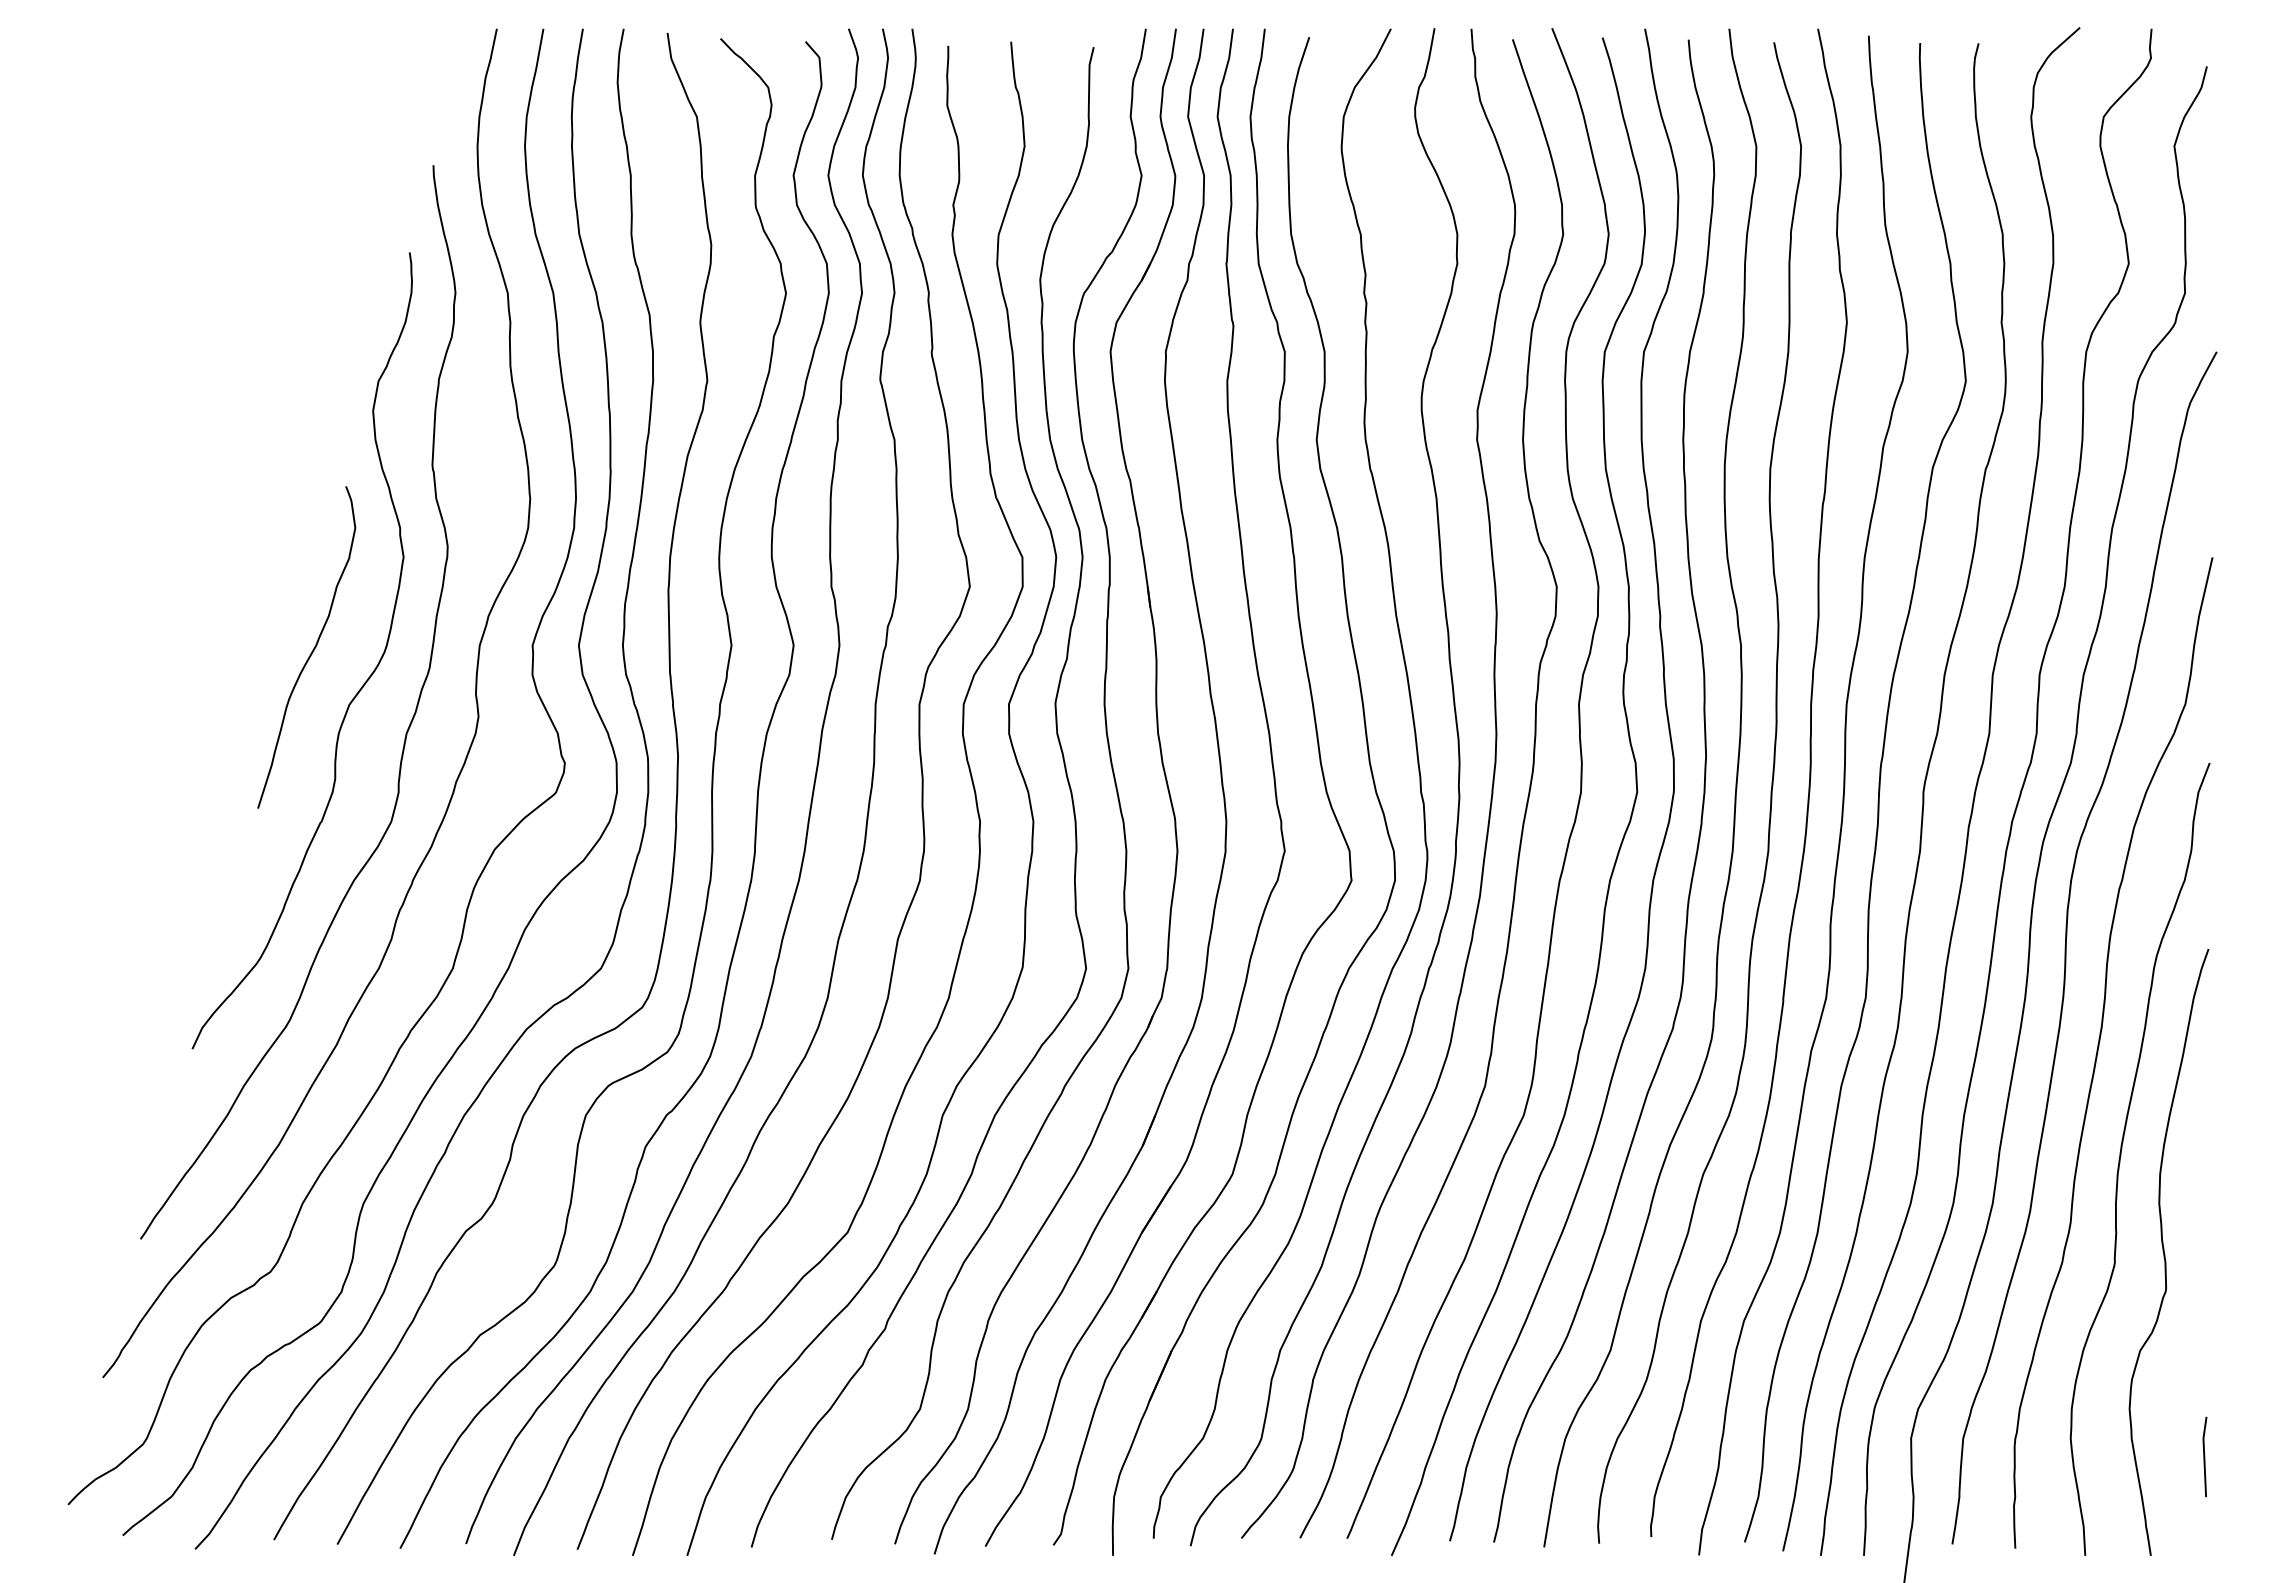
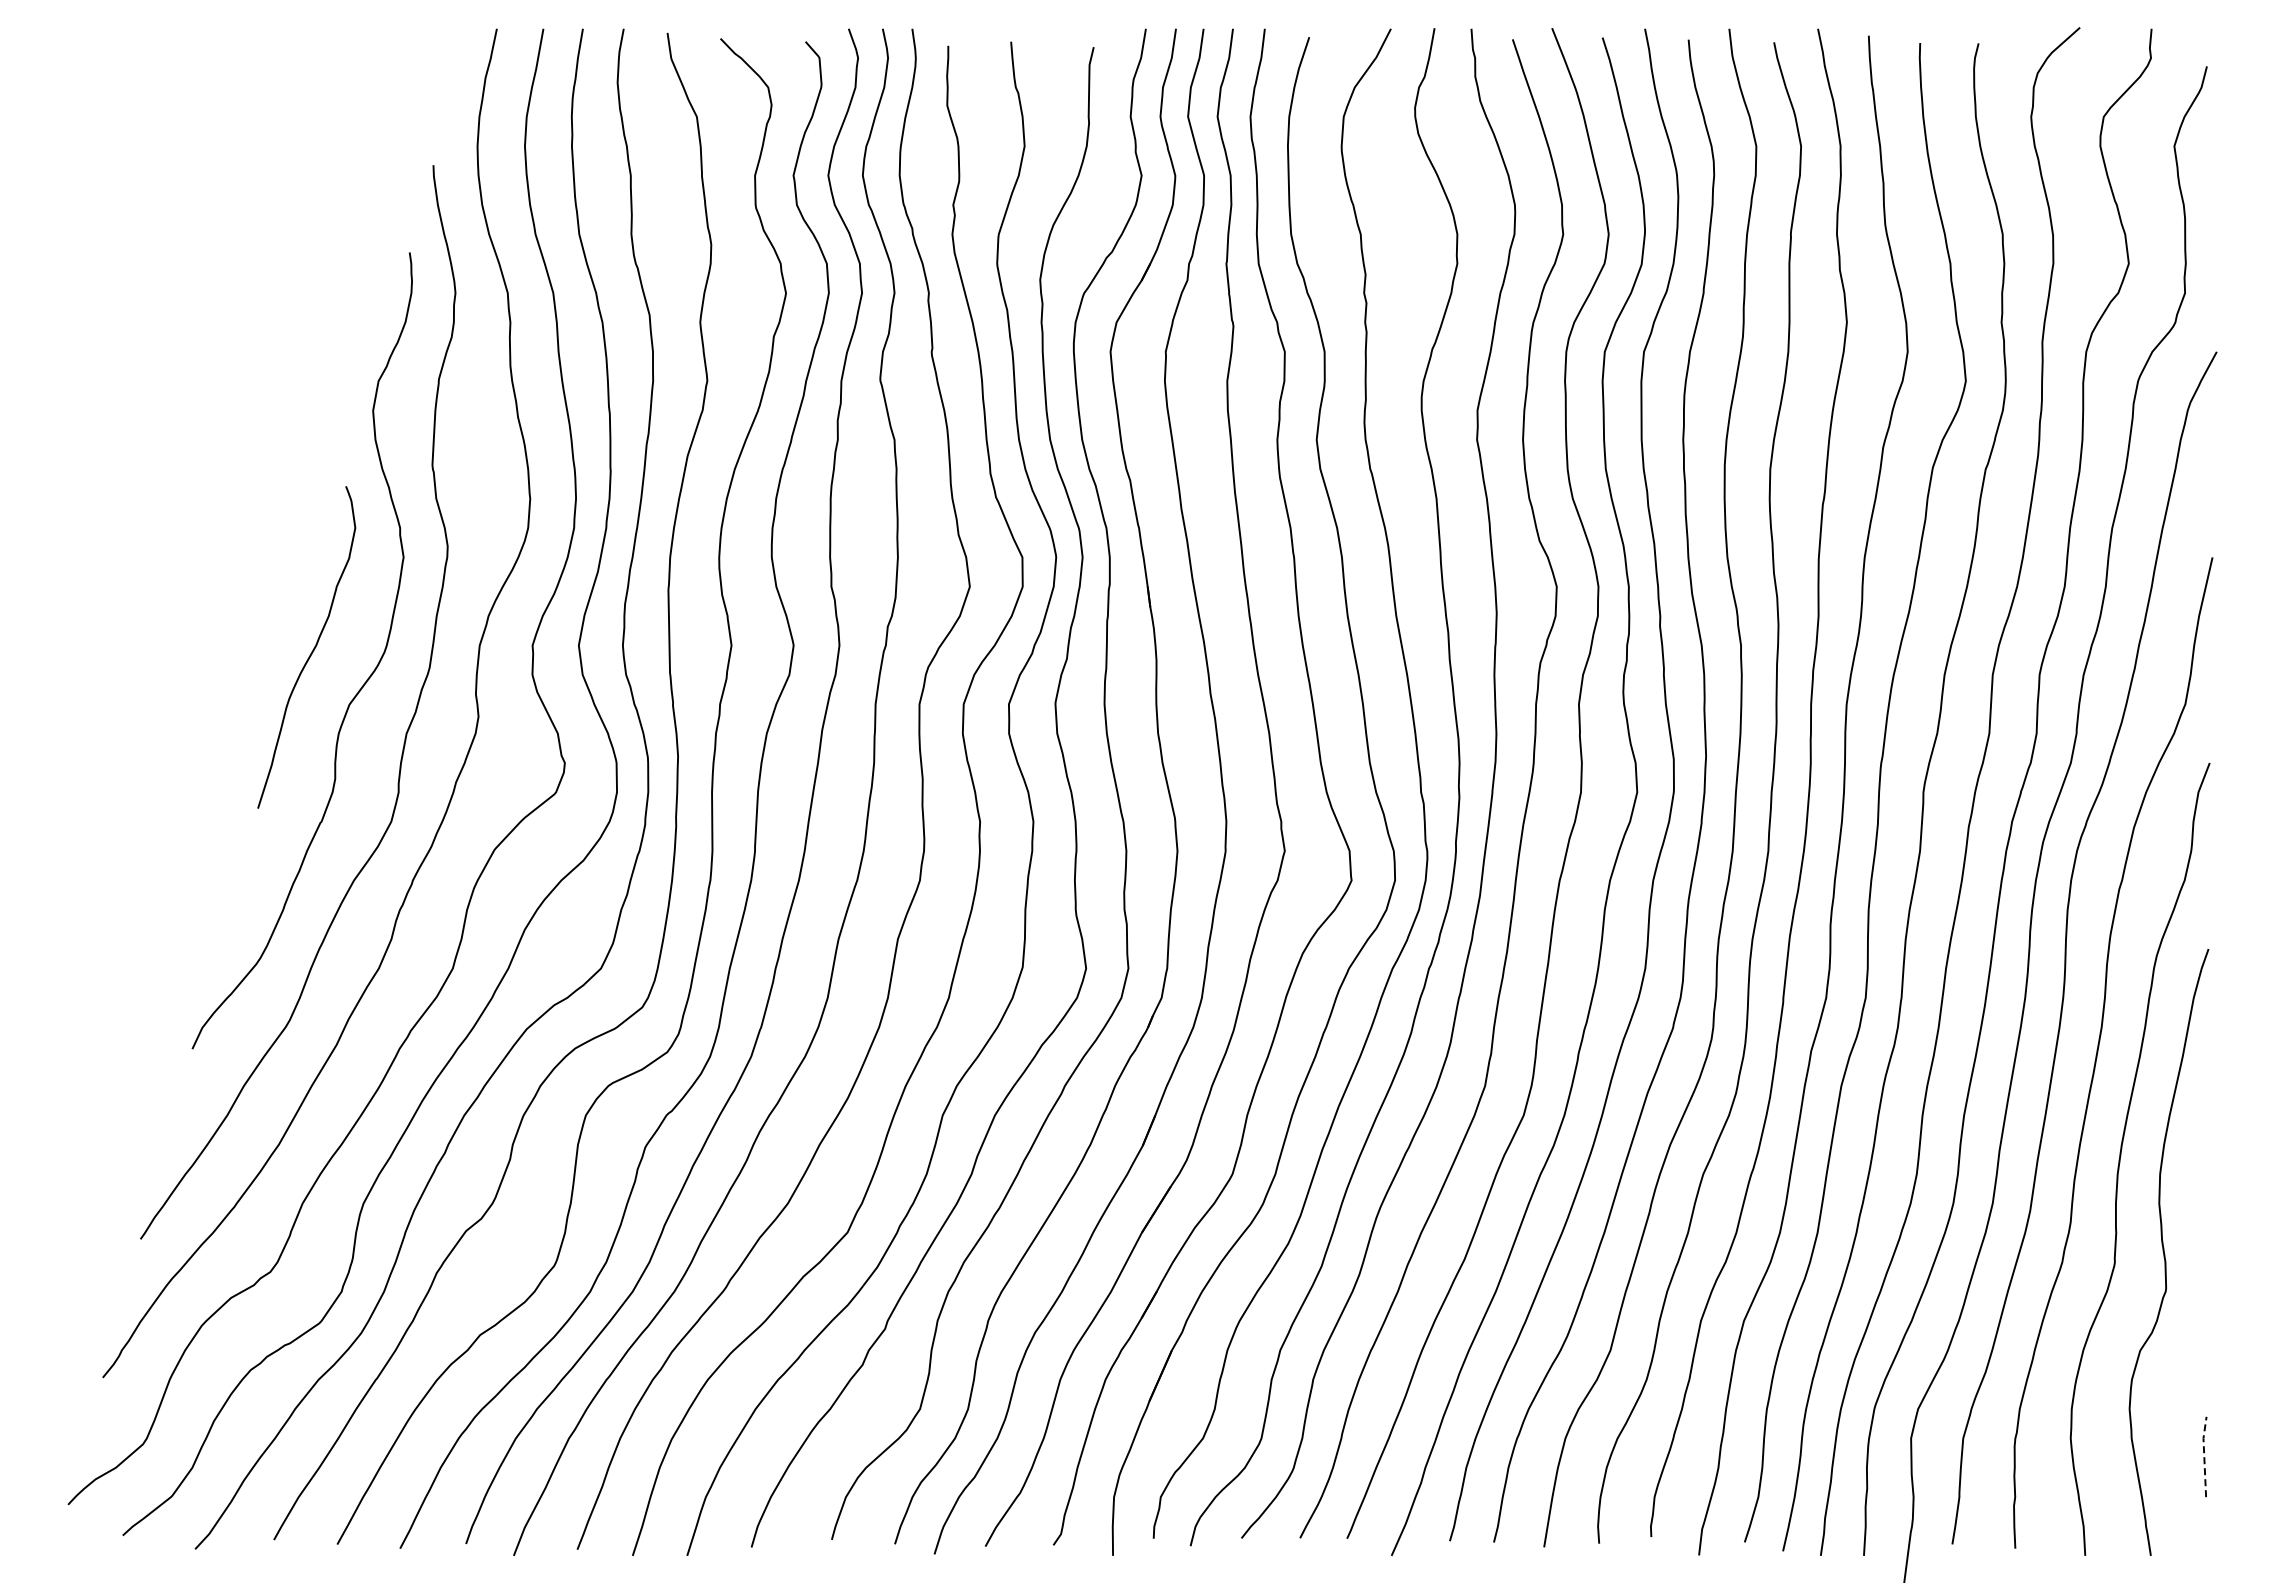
line at (2204, 1456): solid -> dashed
